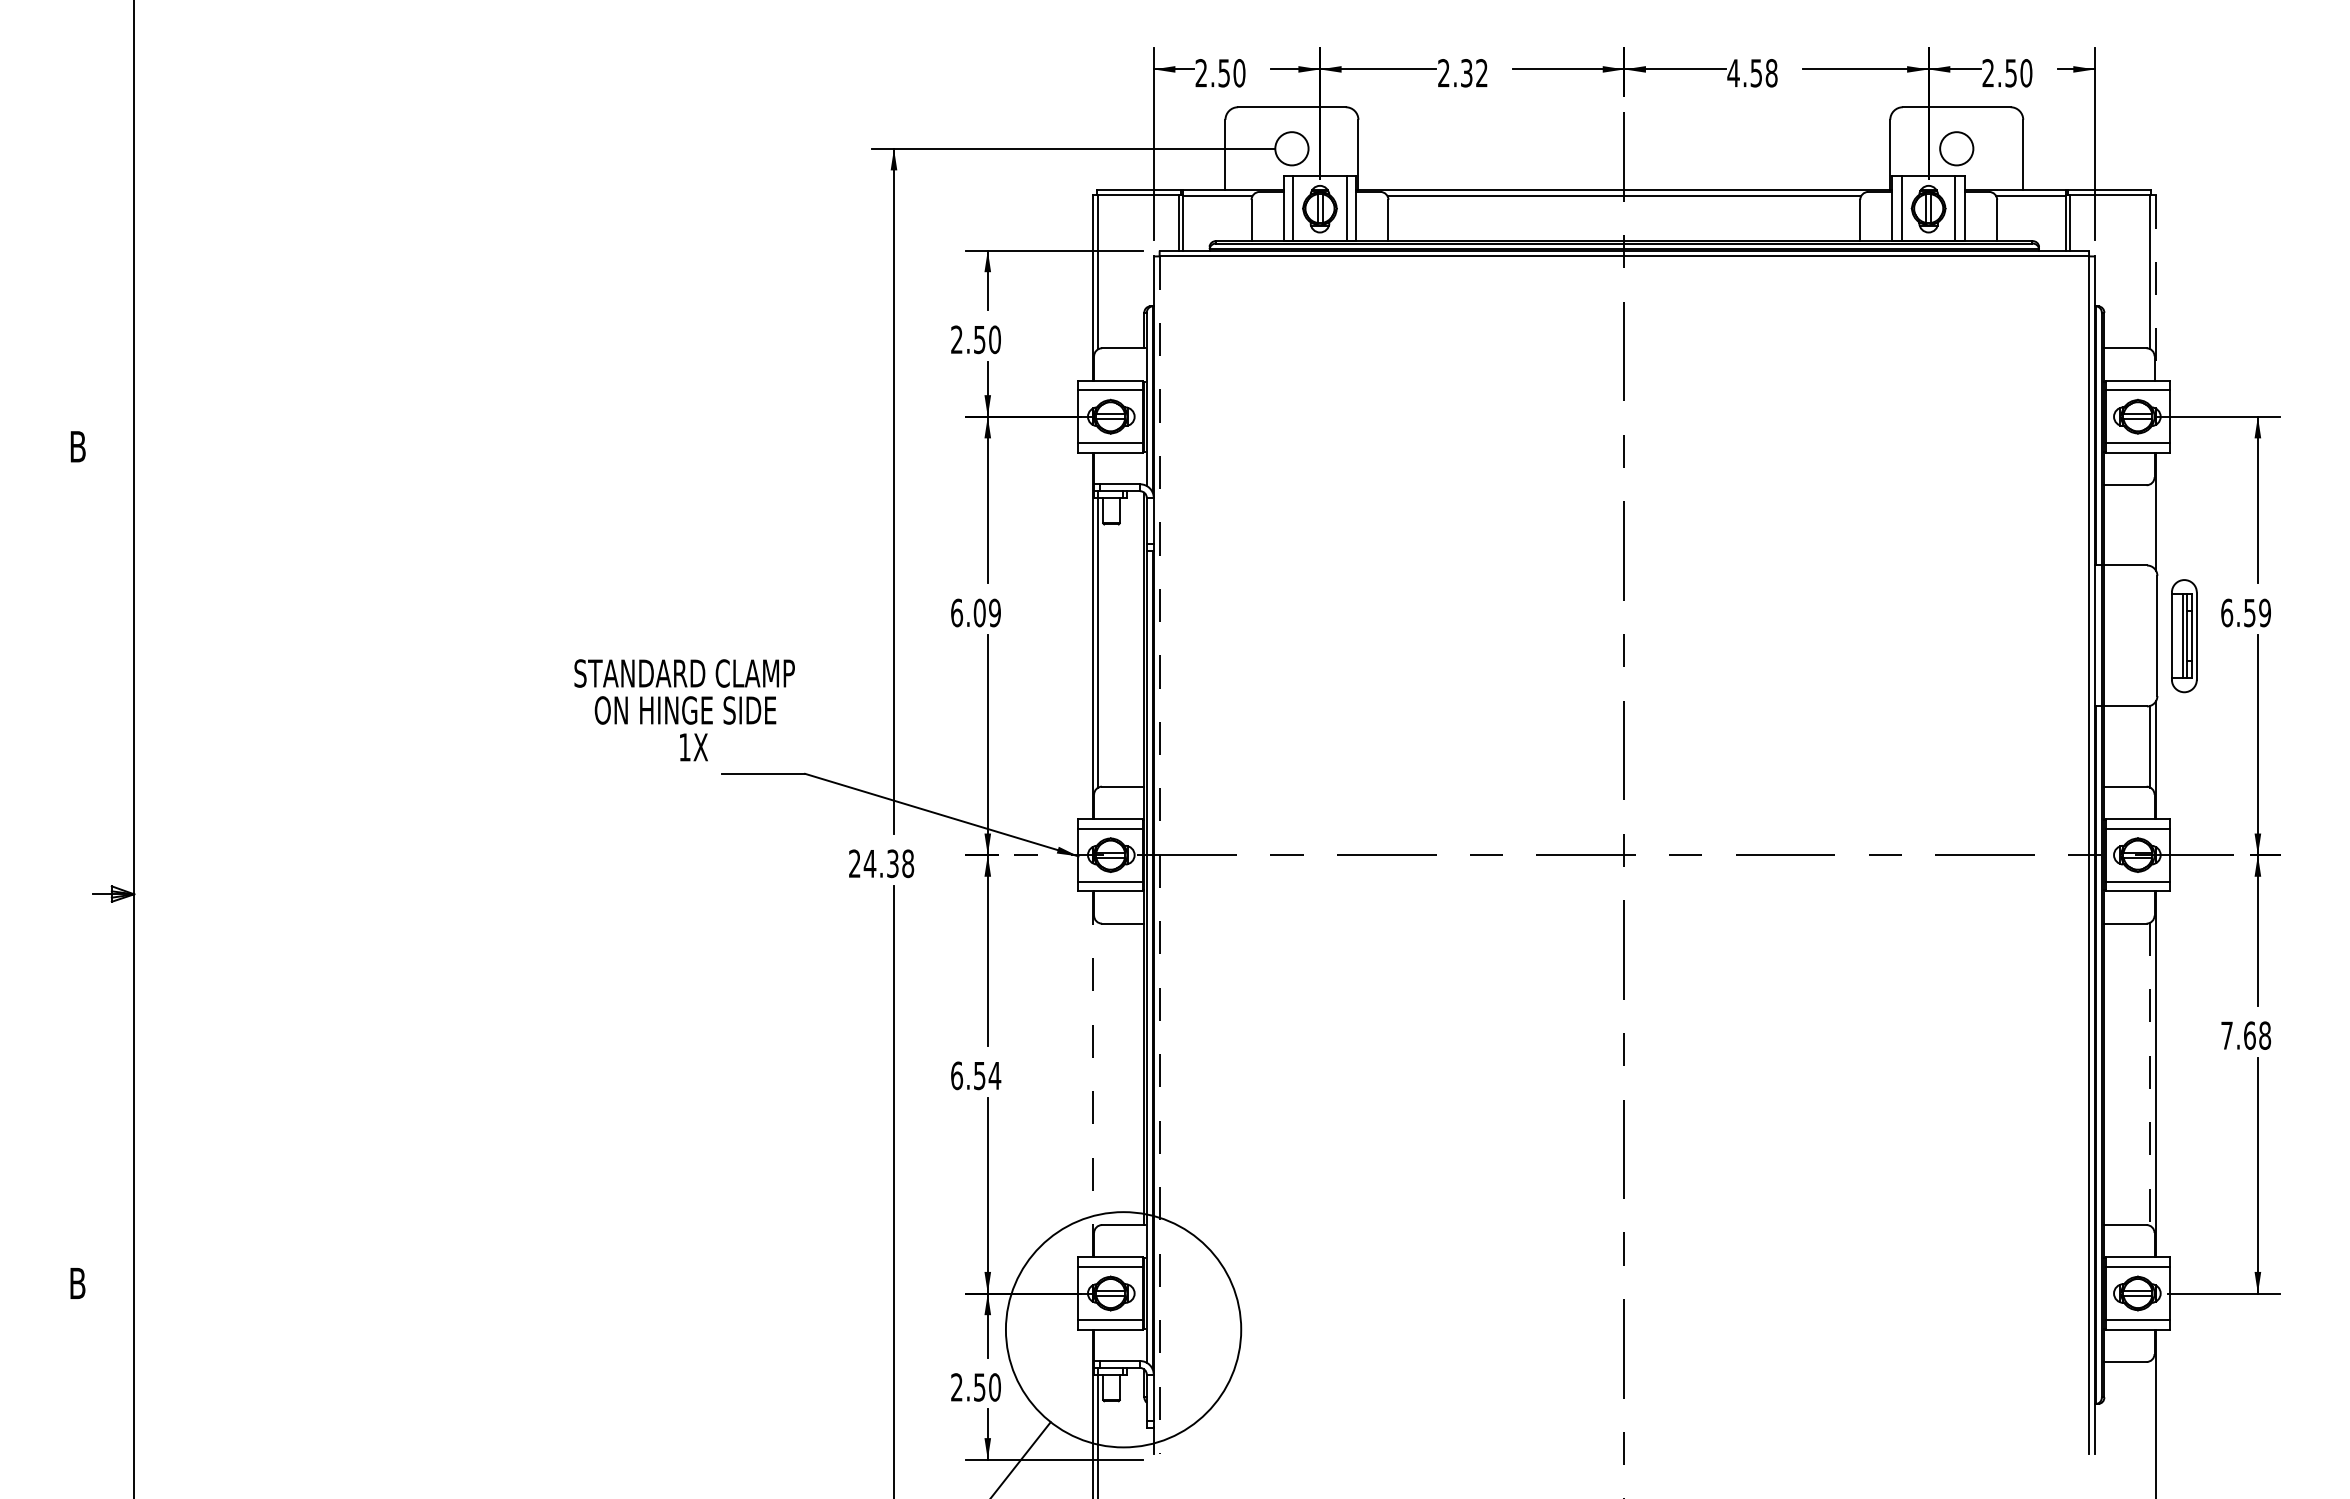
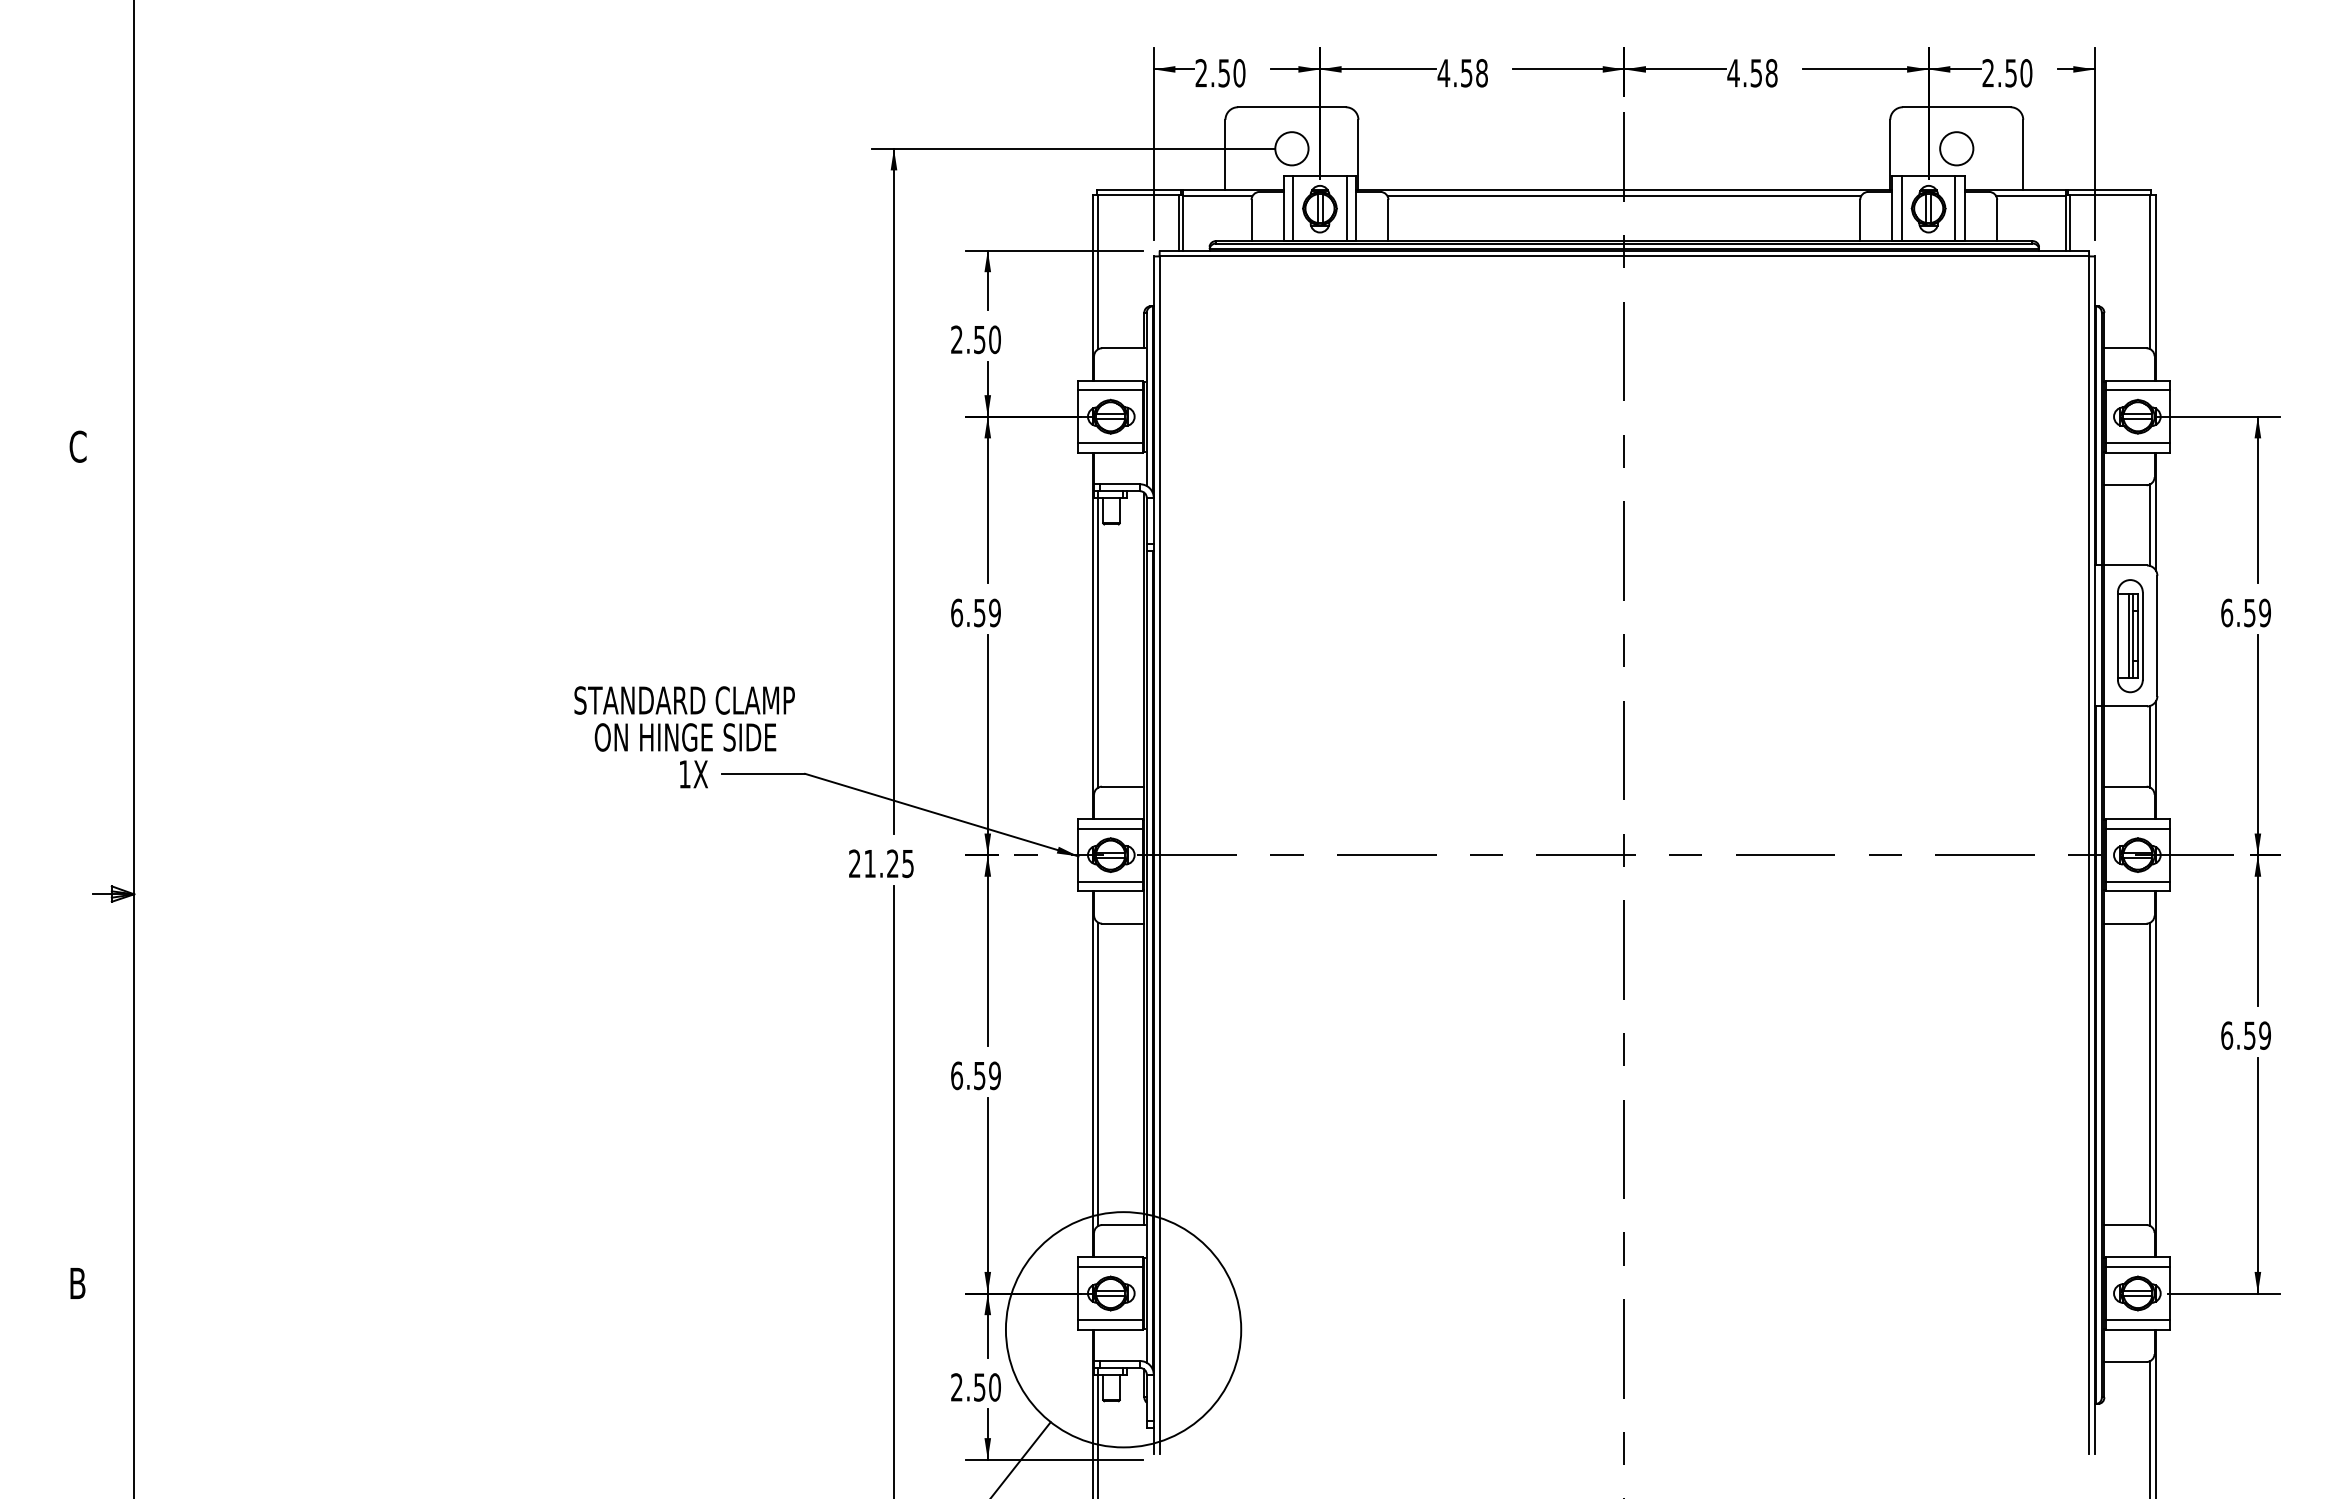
text at (1462, 73): 2.32 -> 4.58
line at (2156, 287): dashed -> solid
text at (77, 446): B -> C
line at (2150, 525): none -> present
text at (979, 612): 6.09 -> 6.59
part at (2184, 636) position: (2184, 636) -> (2130, 636)
text at (684, 710) position: (684, 710) -> (684, 737)
line at (1159, 855): dashed -> solid
text at (888, 863): 24.38 -> 21.25
text at (2246, 1035): 7.68 -> 6.59
line at (1098, 1073): none -> present
line at (1092, 1074): dashed -> solid
line at (2150, 1074): dashed -> solid
text at (994, 1075): 6.54 -> 6.59
line at (2150, 1428): none -> present
